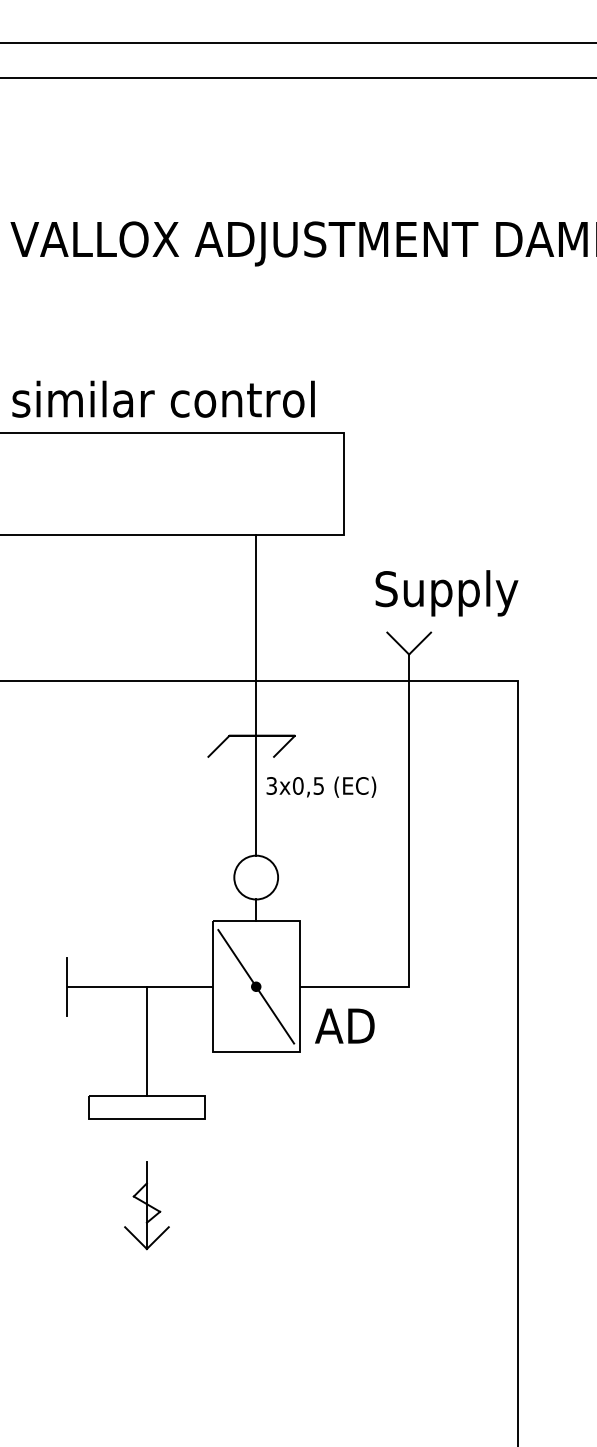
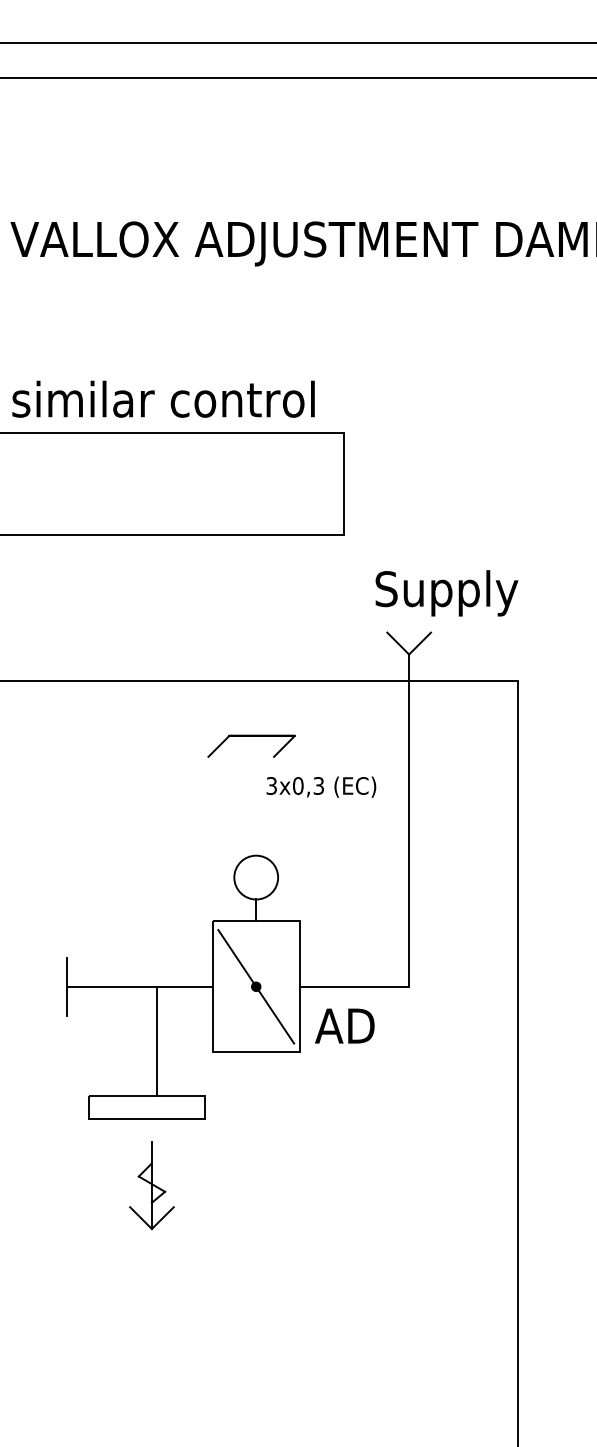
line at (256, 695): present -> none
text at (318, 785): 3x0,5 -> 3x0,3
line at (146, 1040) position: (146, 1040) -> (156, 1040)
part at (146, 1205) position: (146, 1205) -> (151, 1185)
